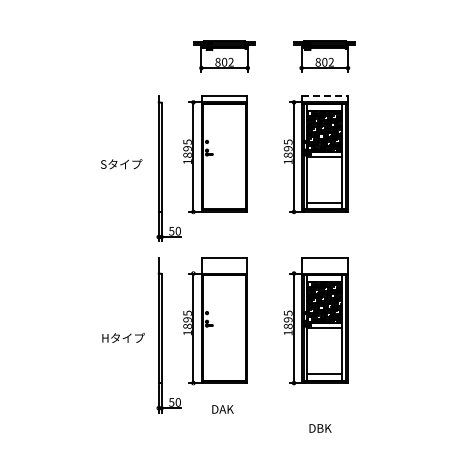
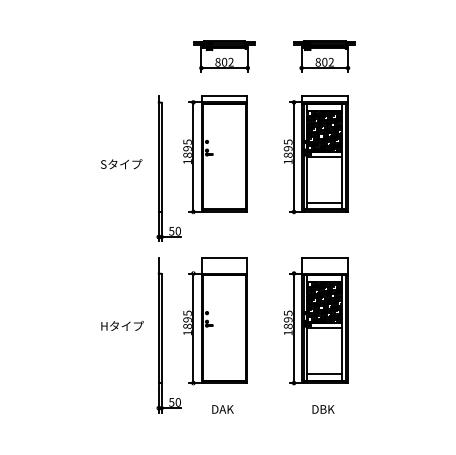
line at (324, 96): dashed -> solid
text at (123, 337) position: (123, 337) -> (122, 325)
text at (320, 428) position: (320, 428) -> (323, 409)
